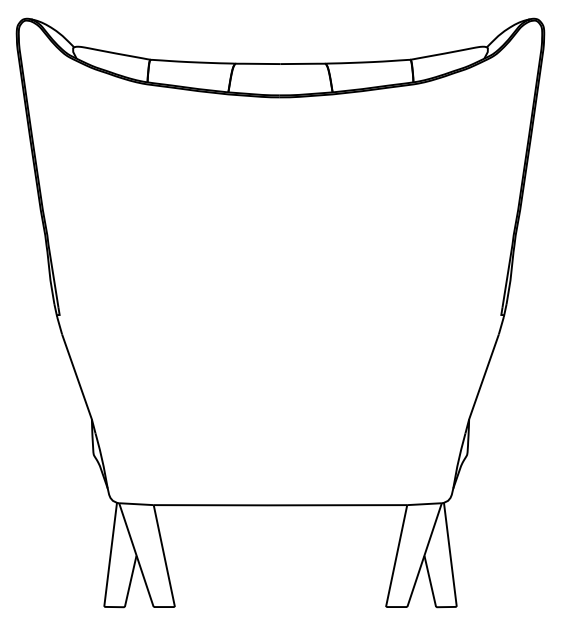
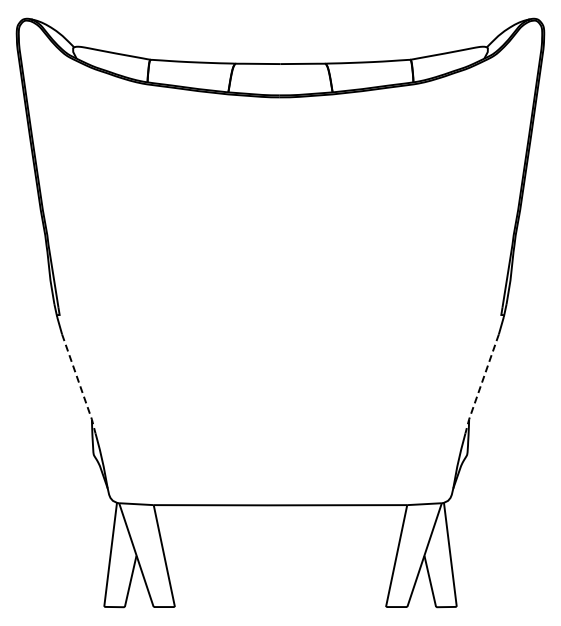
line at (79, 384): solid -> dashed
line at (481, 384): solid -> dashed
